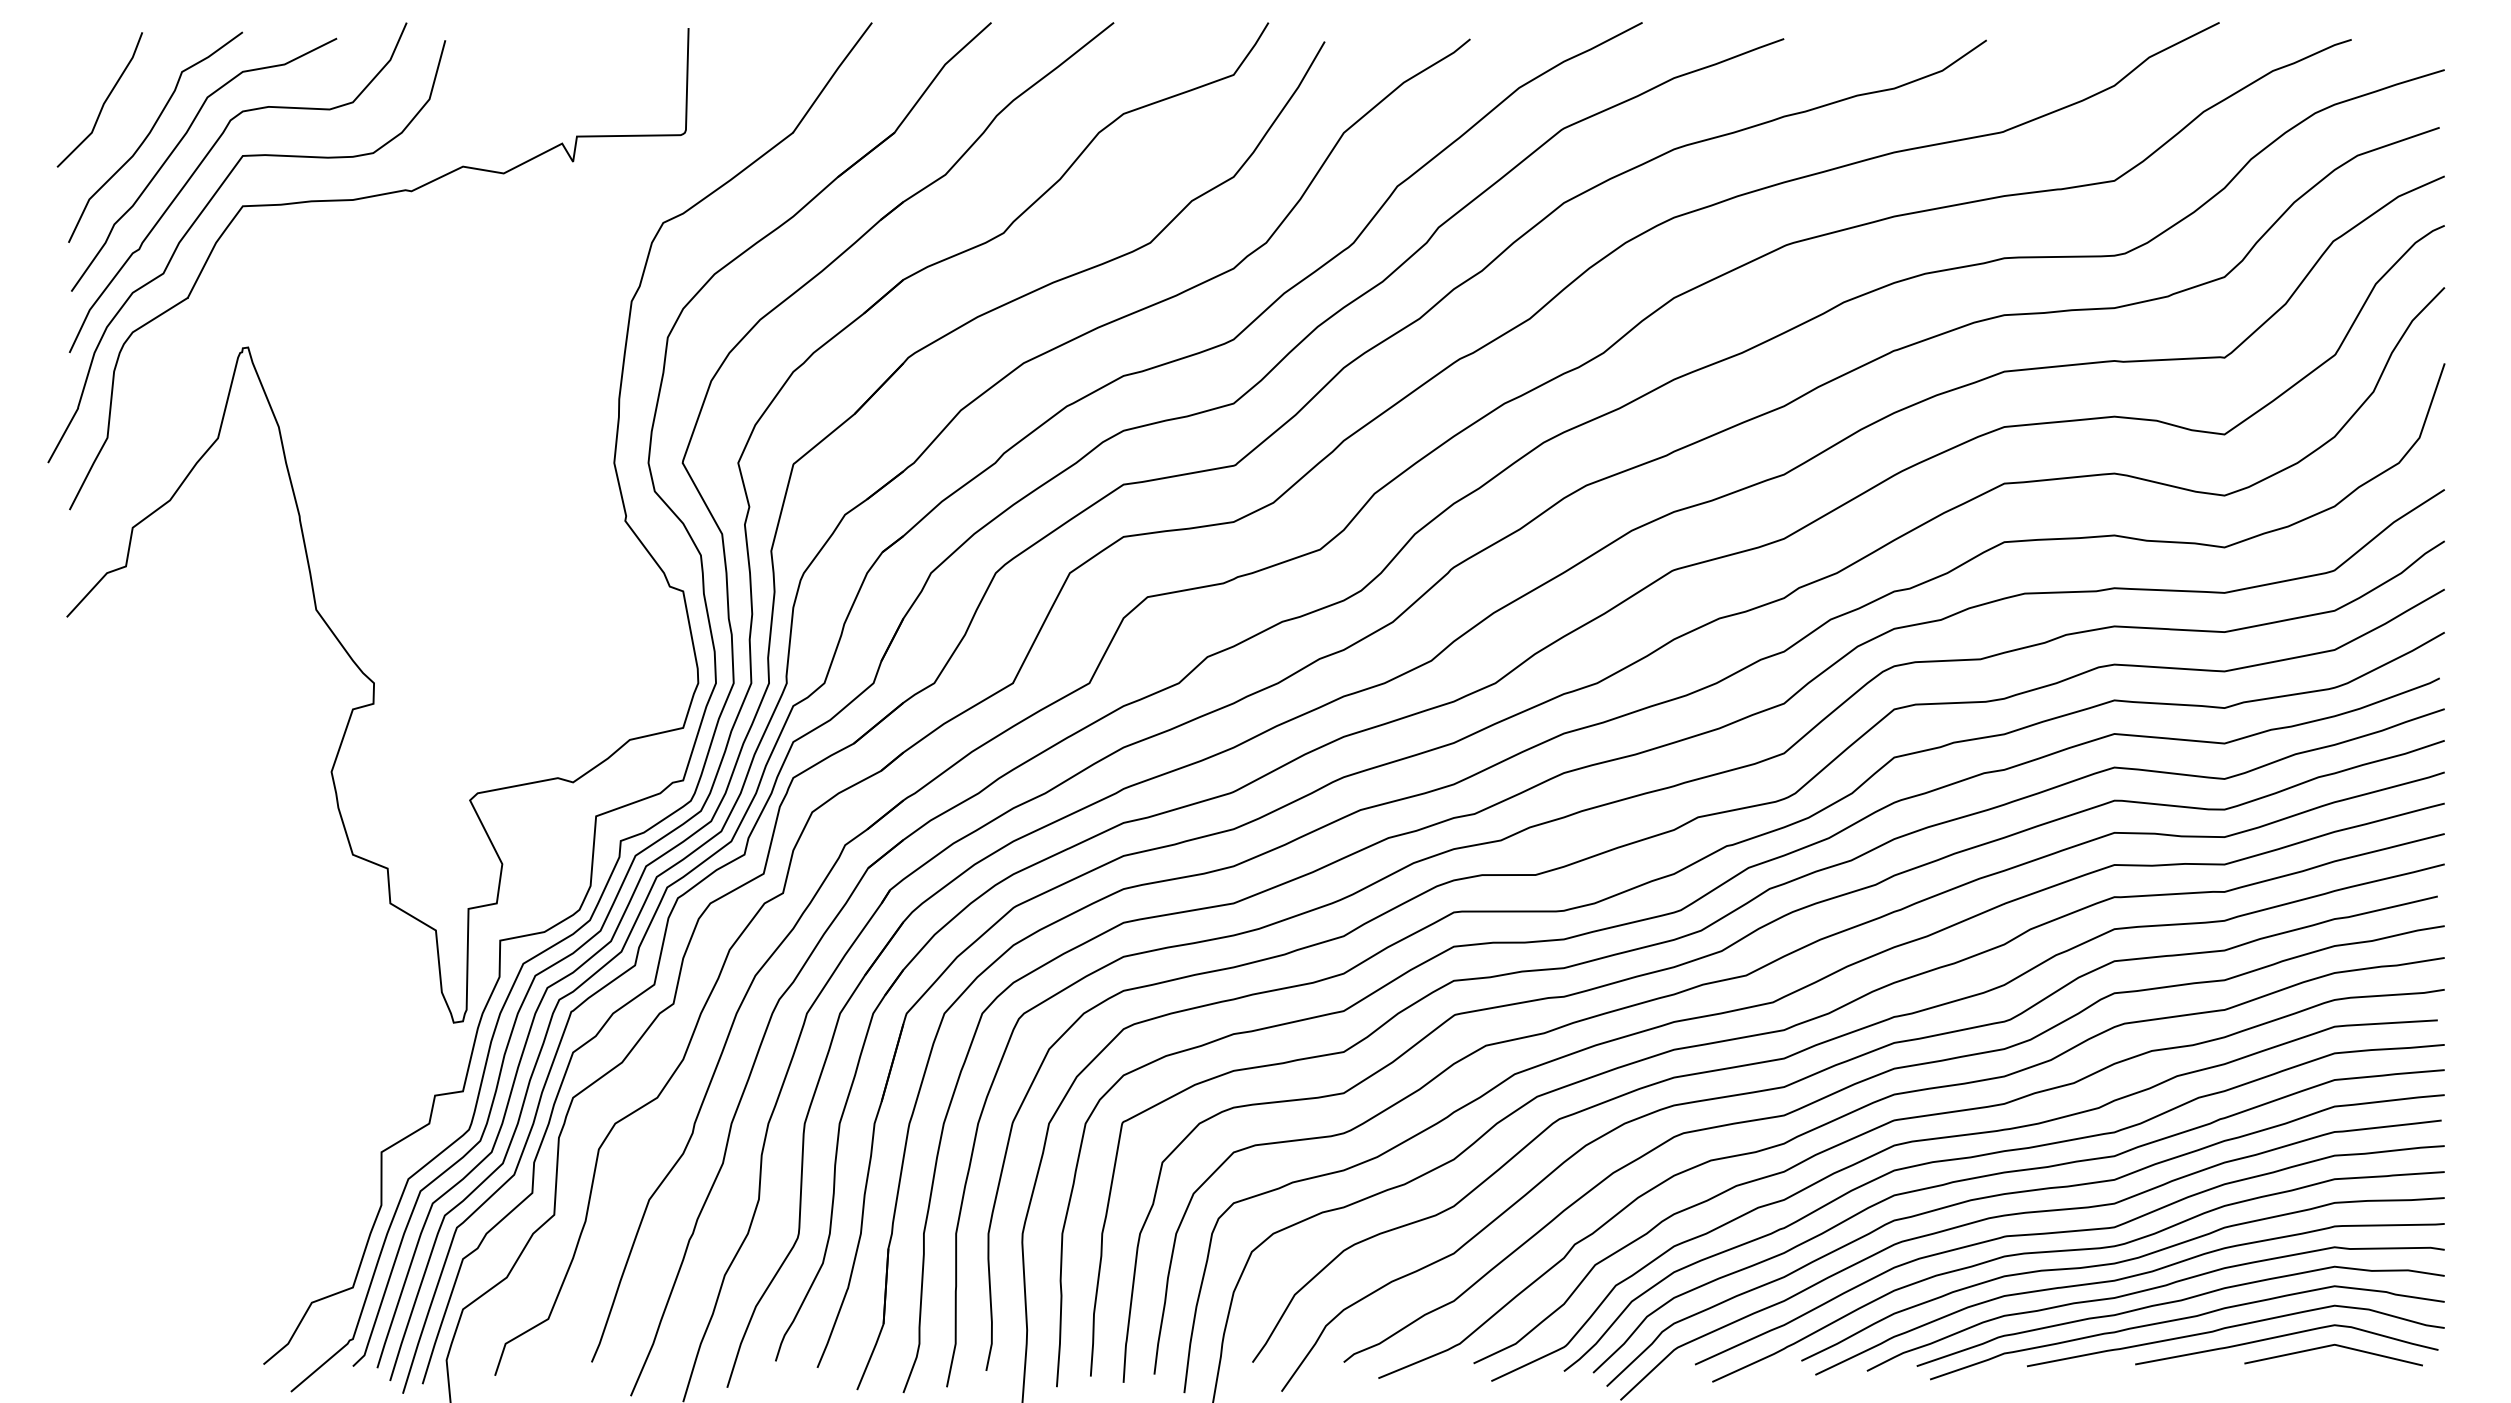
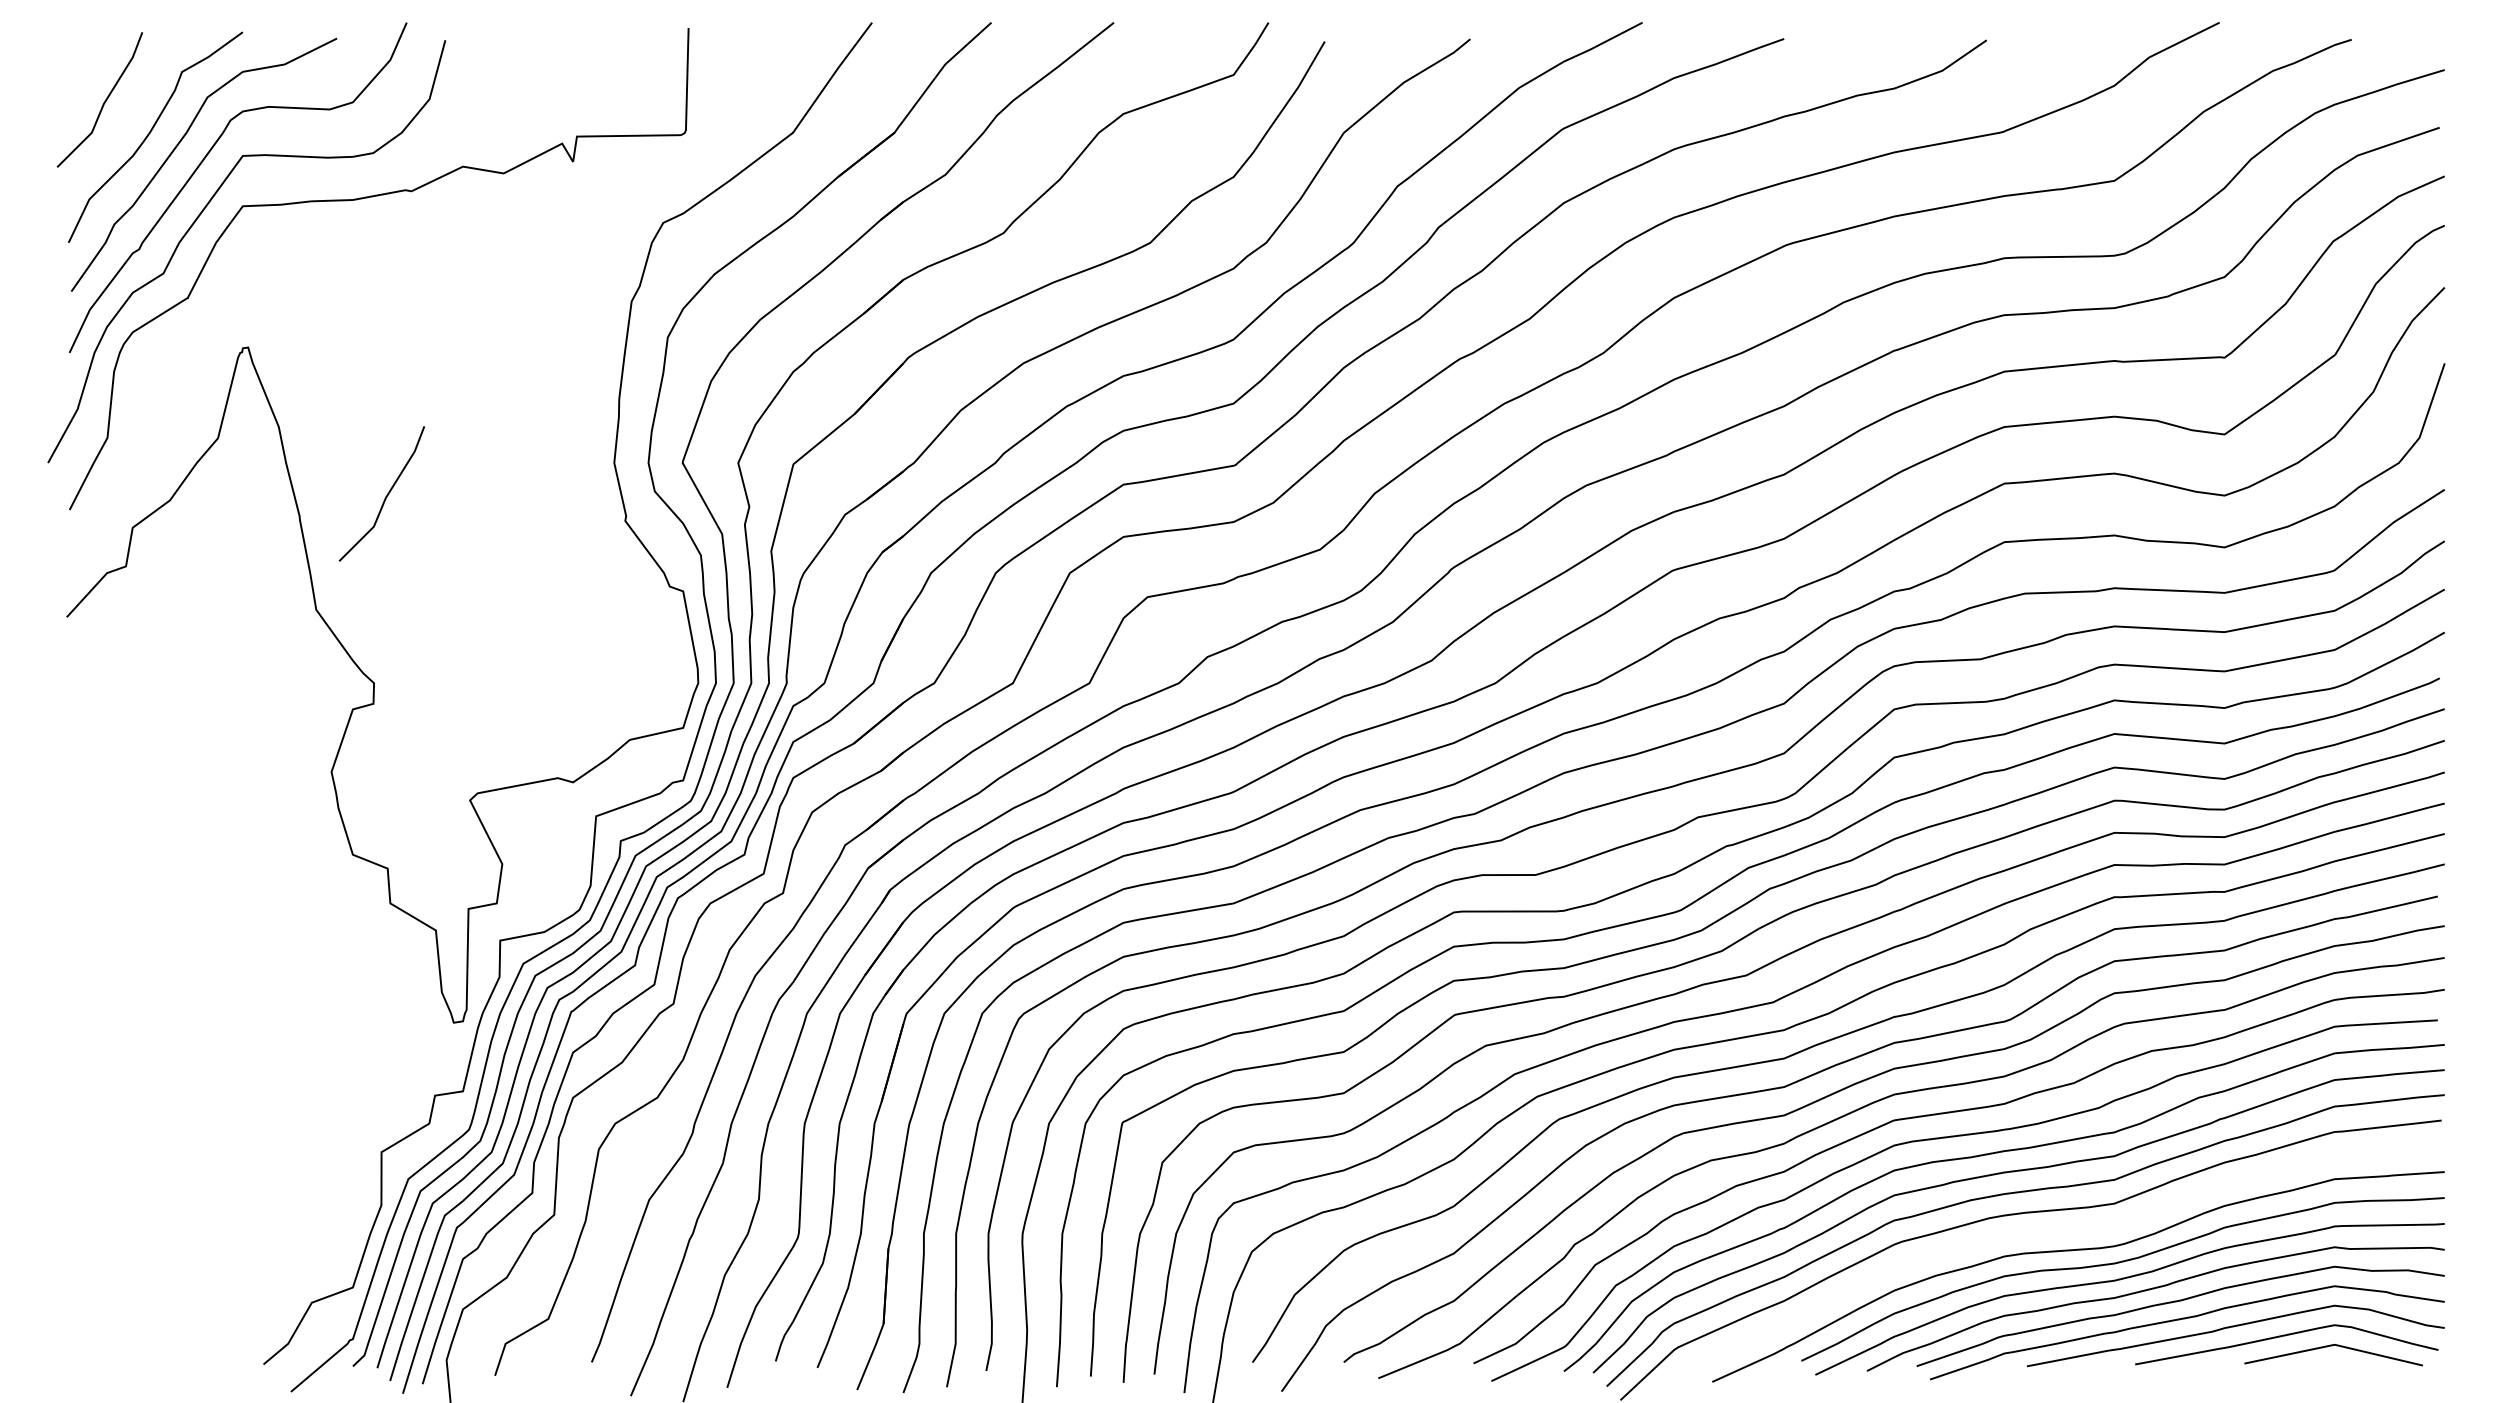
line at (385, 496): none -> present
curve at (2069, 1232): present -> none
